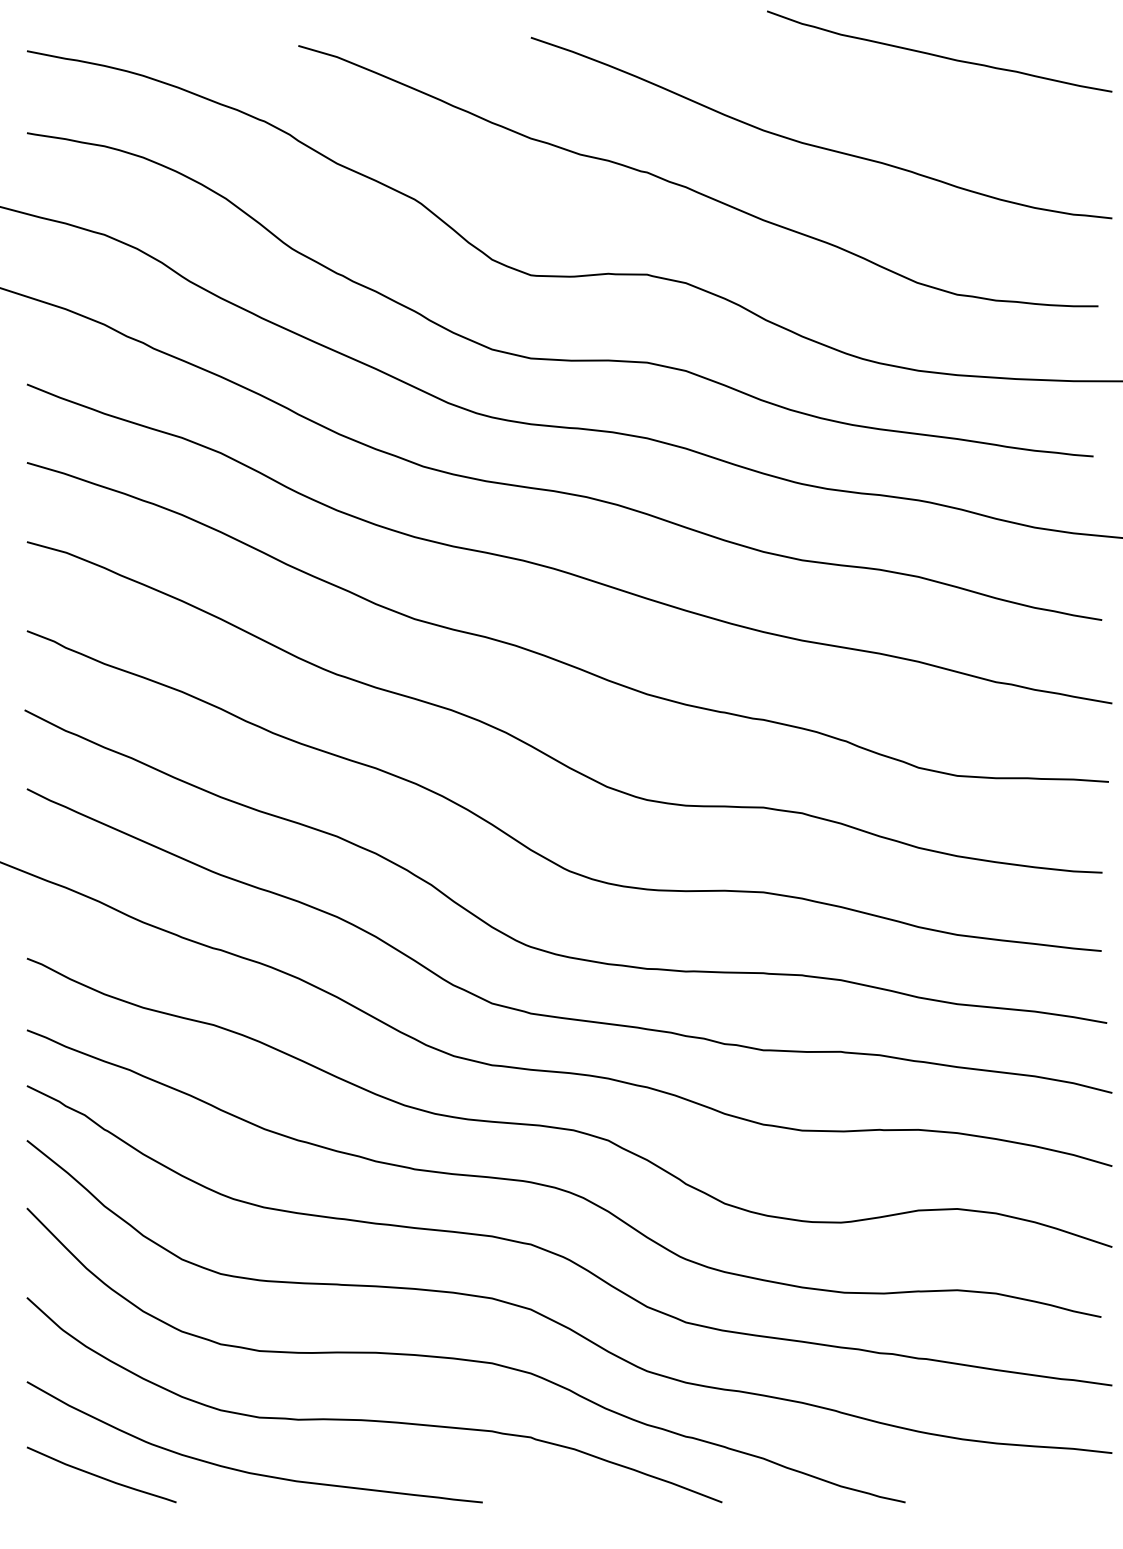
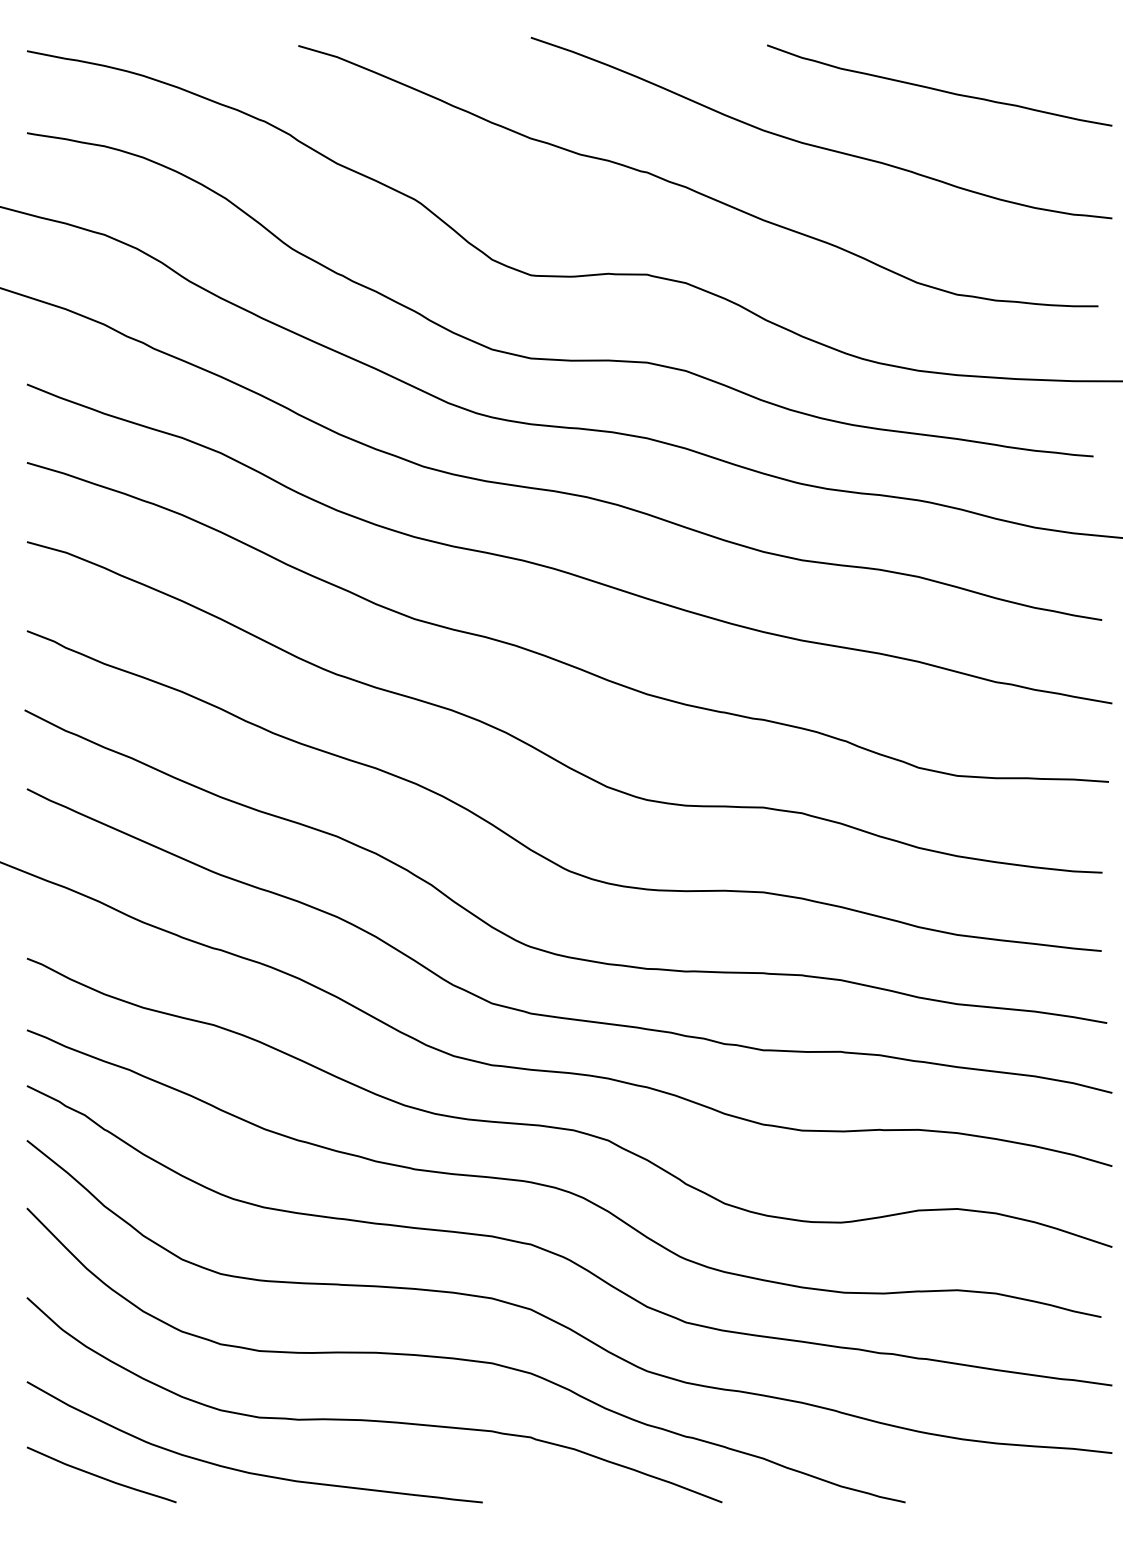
curve at (939, 55) position: (939, 55) -> (939, 89)
